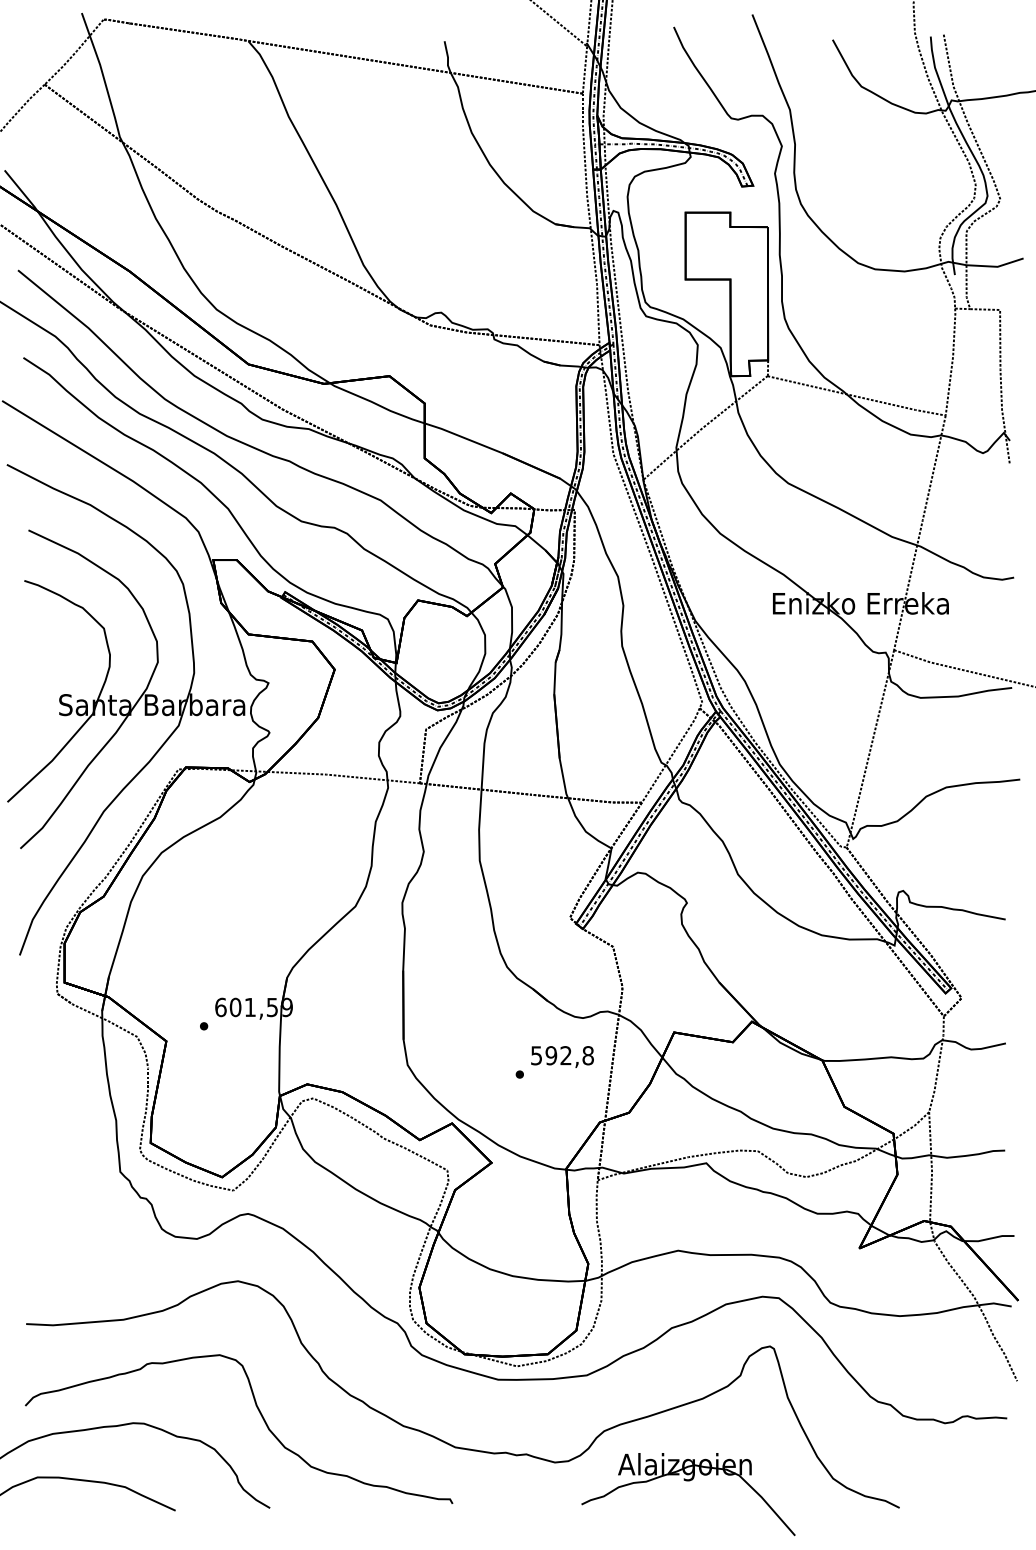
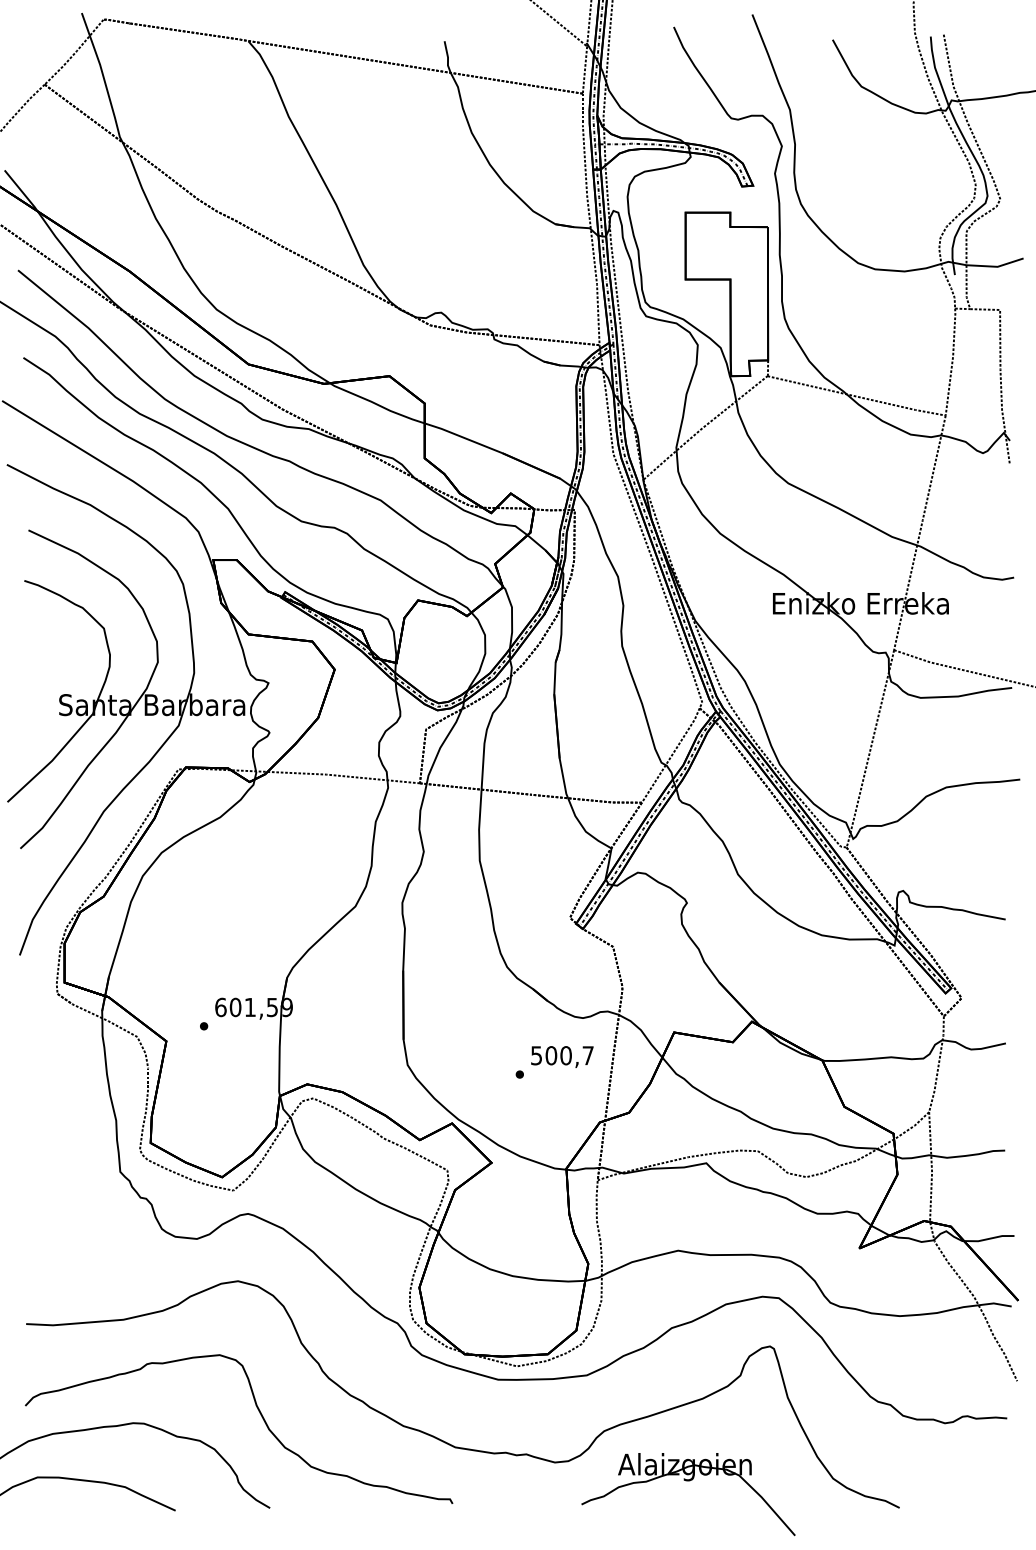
text at (569, 1055): 592,8 -> 500,7
